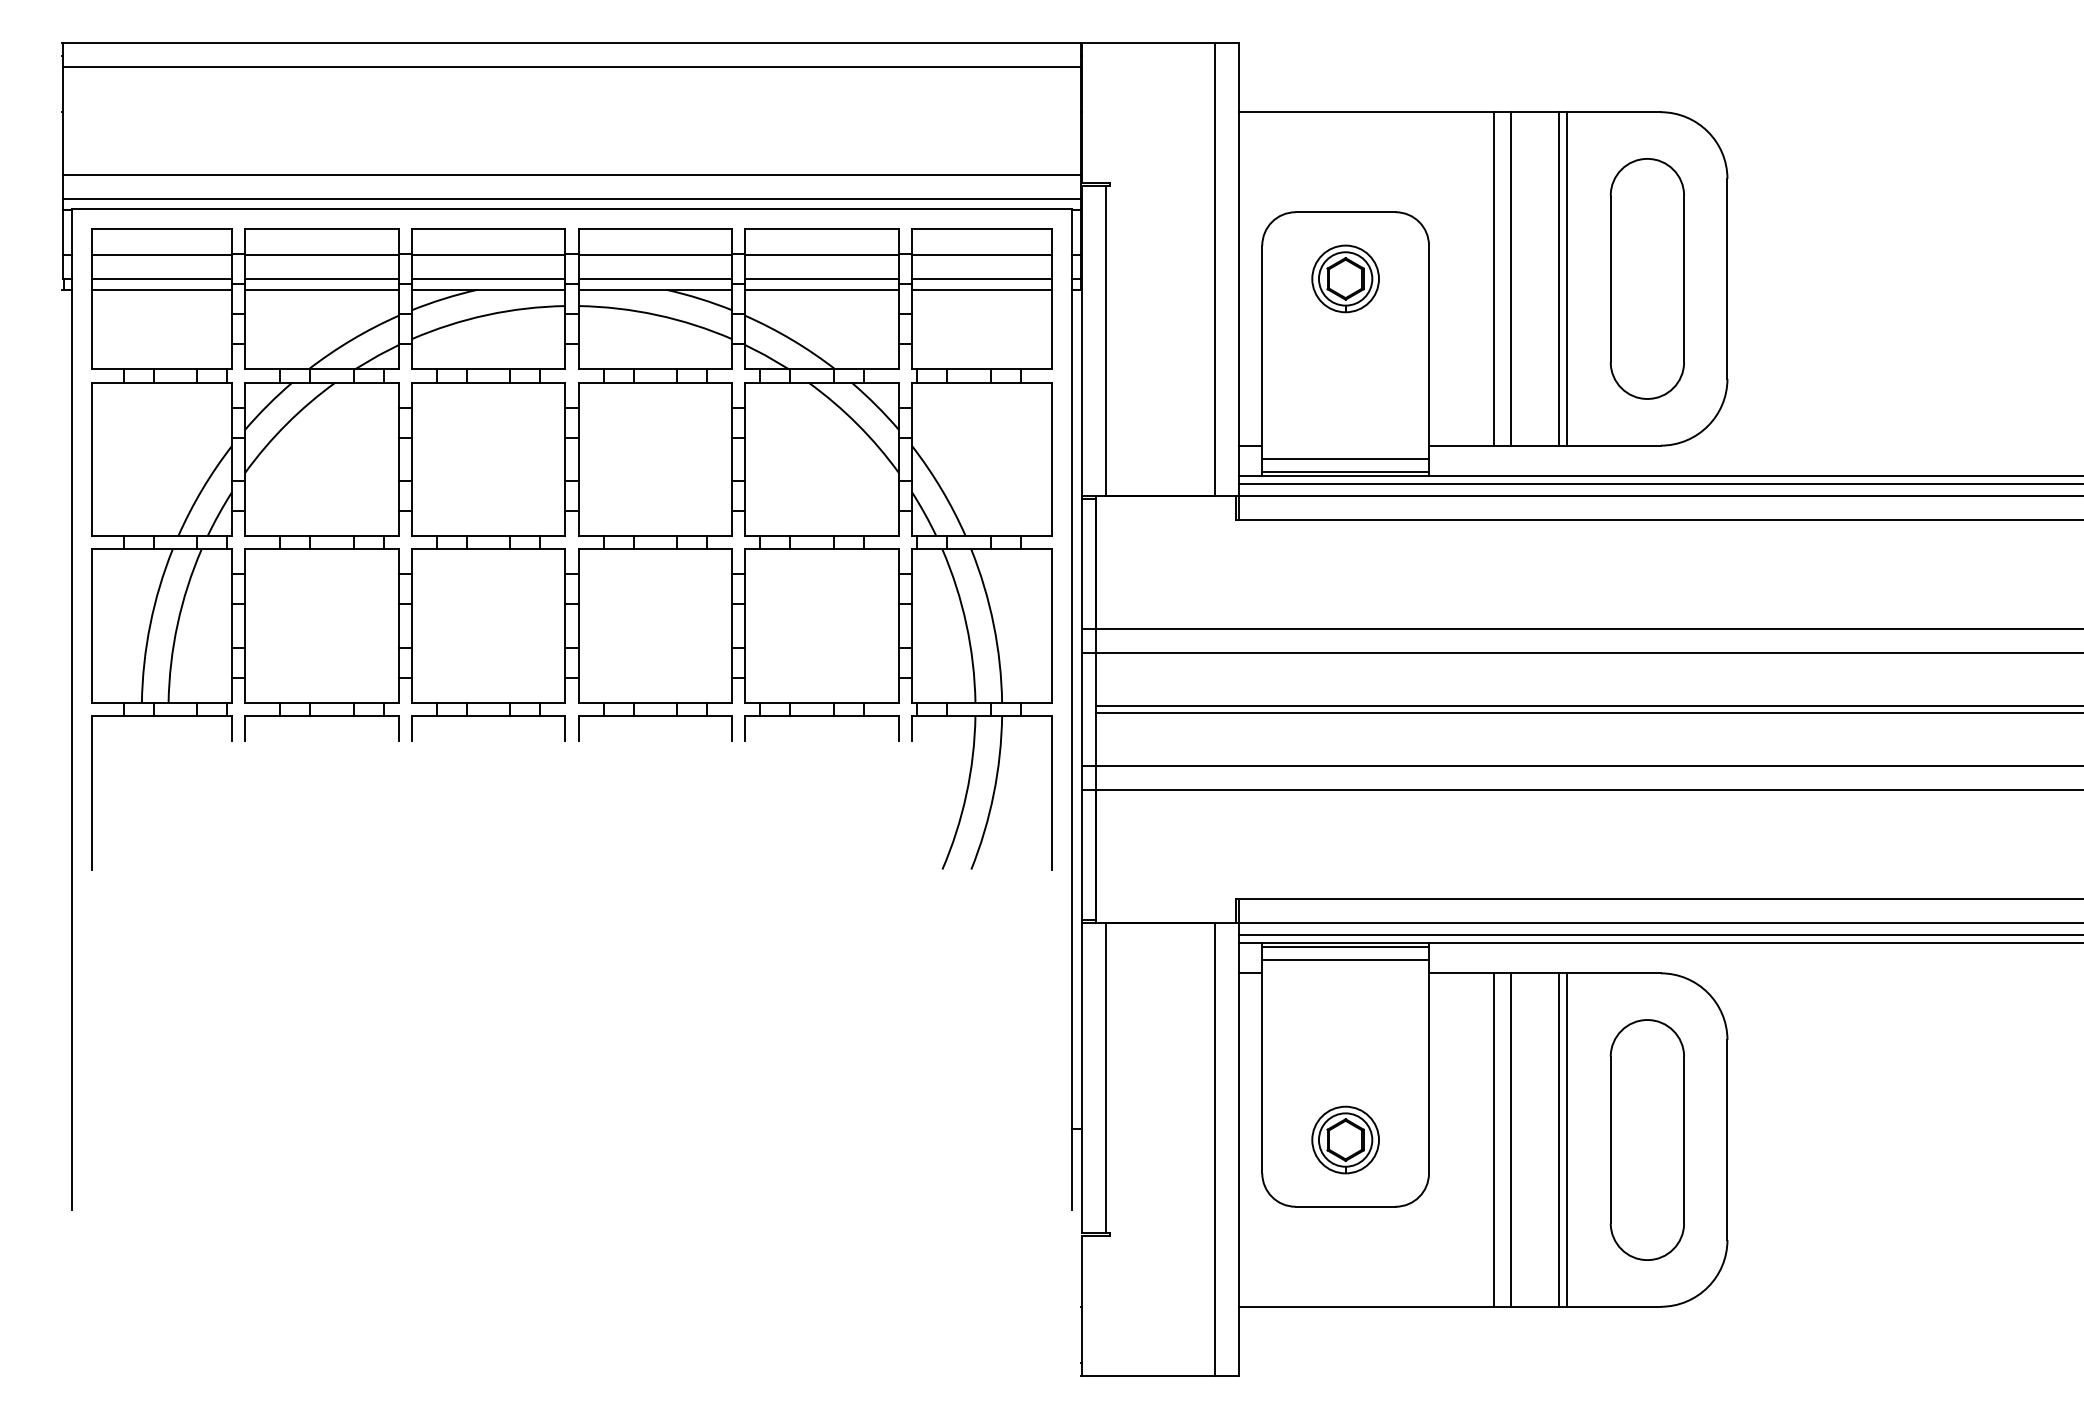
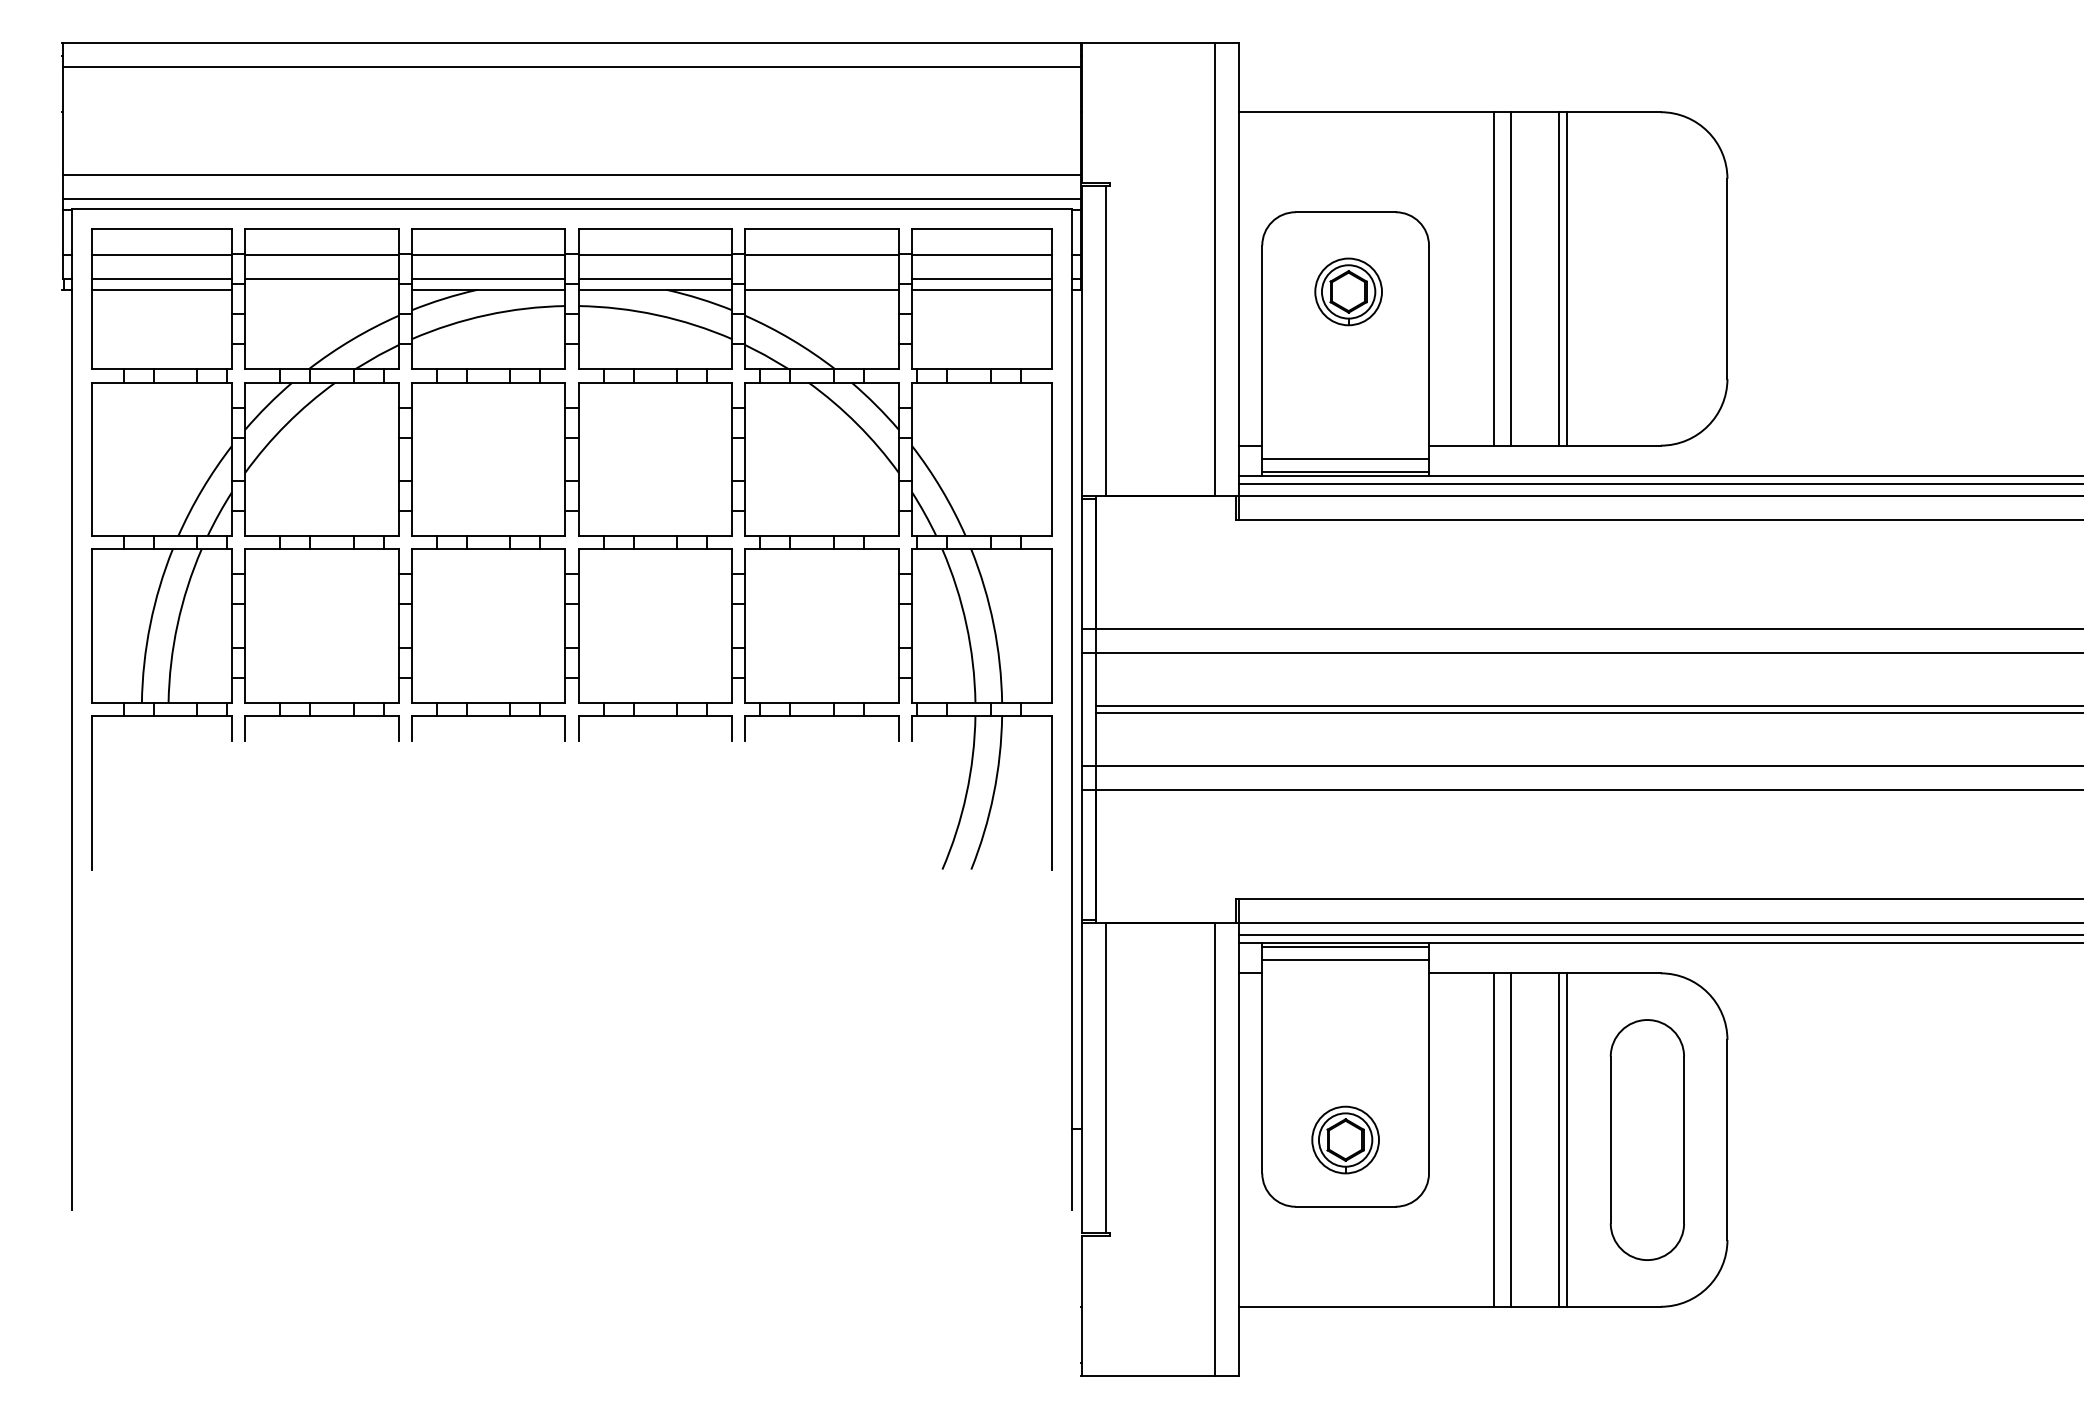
part at (1345, 278) position: (1345, 278) -> (1348, 291)
part at (1646, 278): present -> none
line at (821, 279): present -> none
line at (321, 290): present -> none
